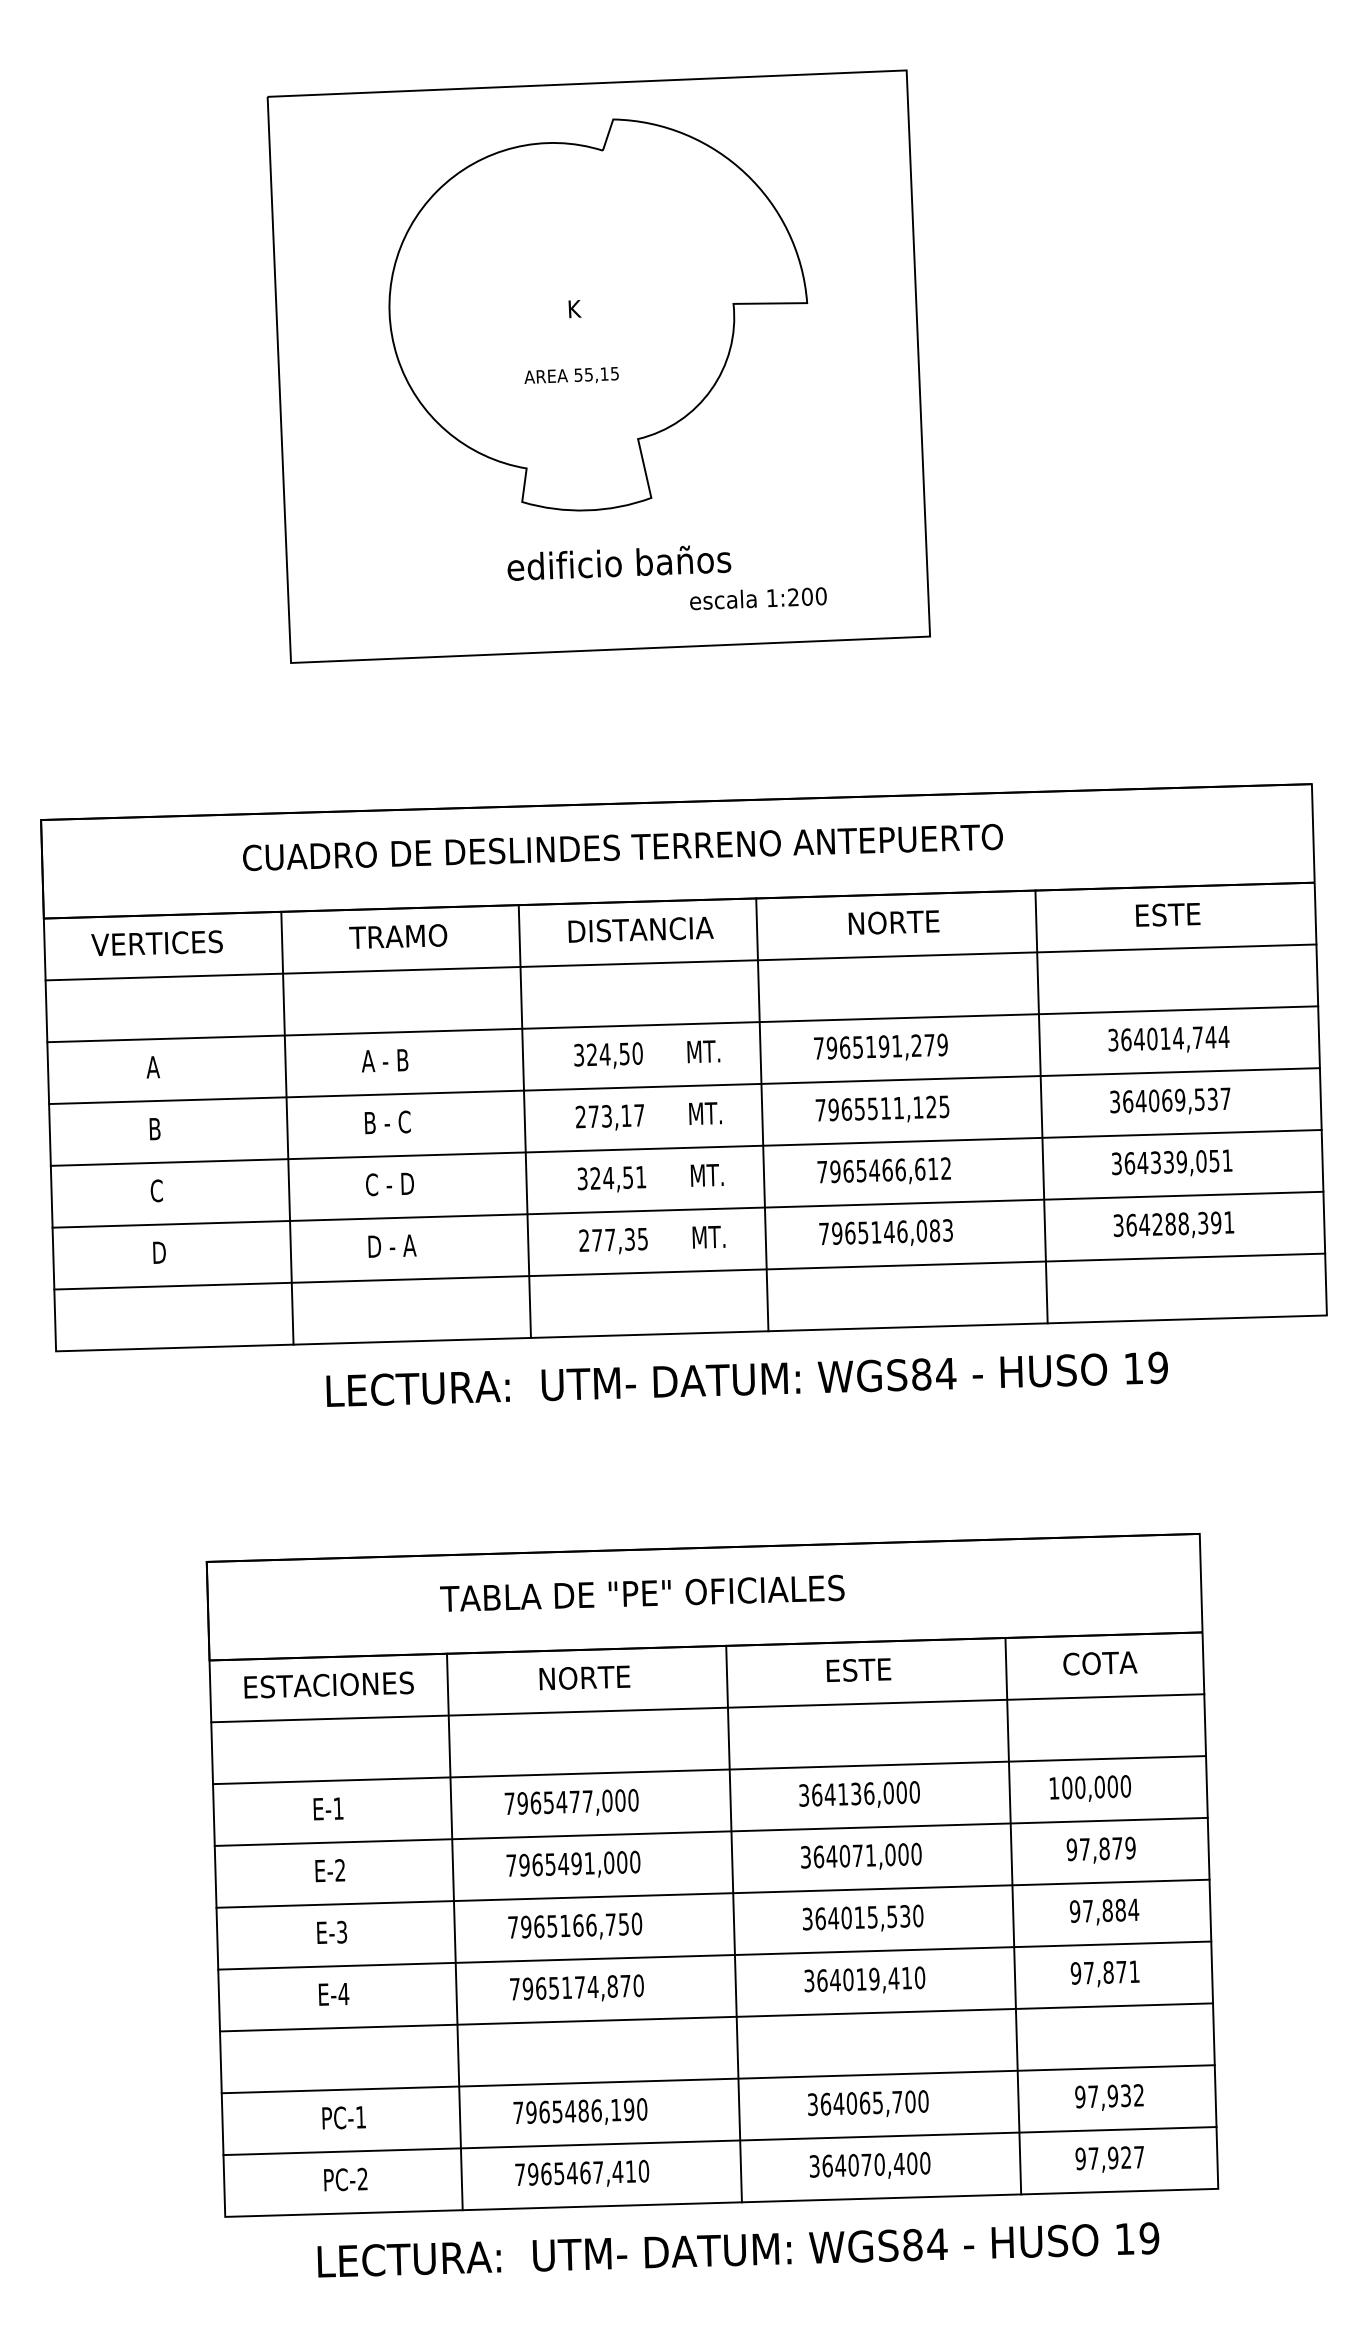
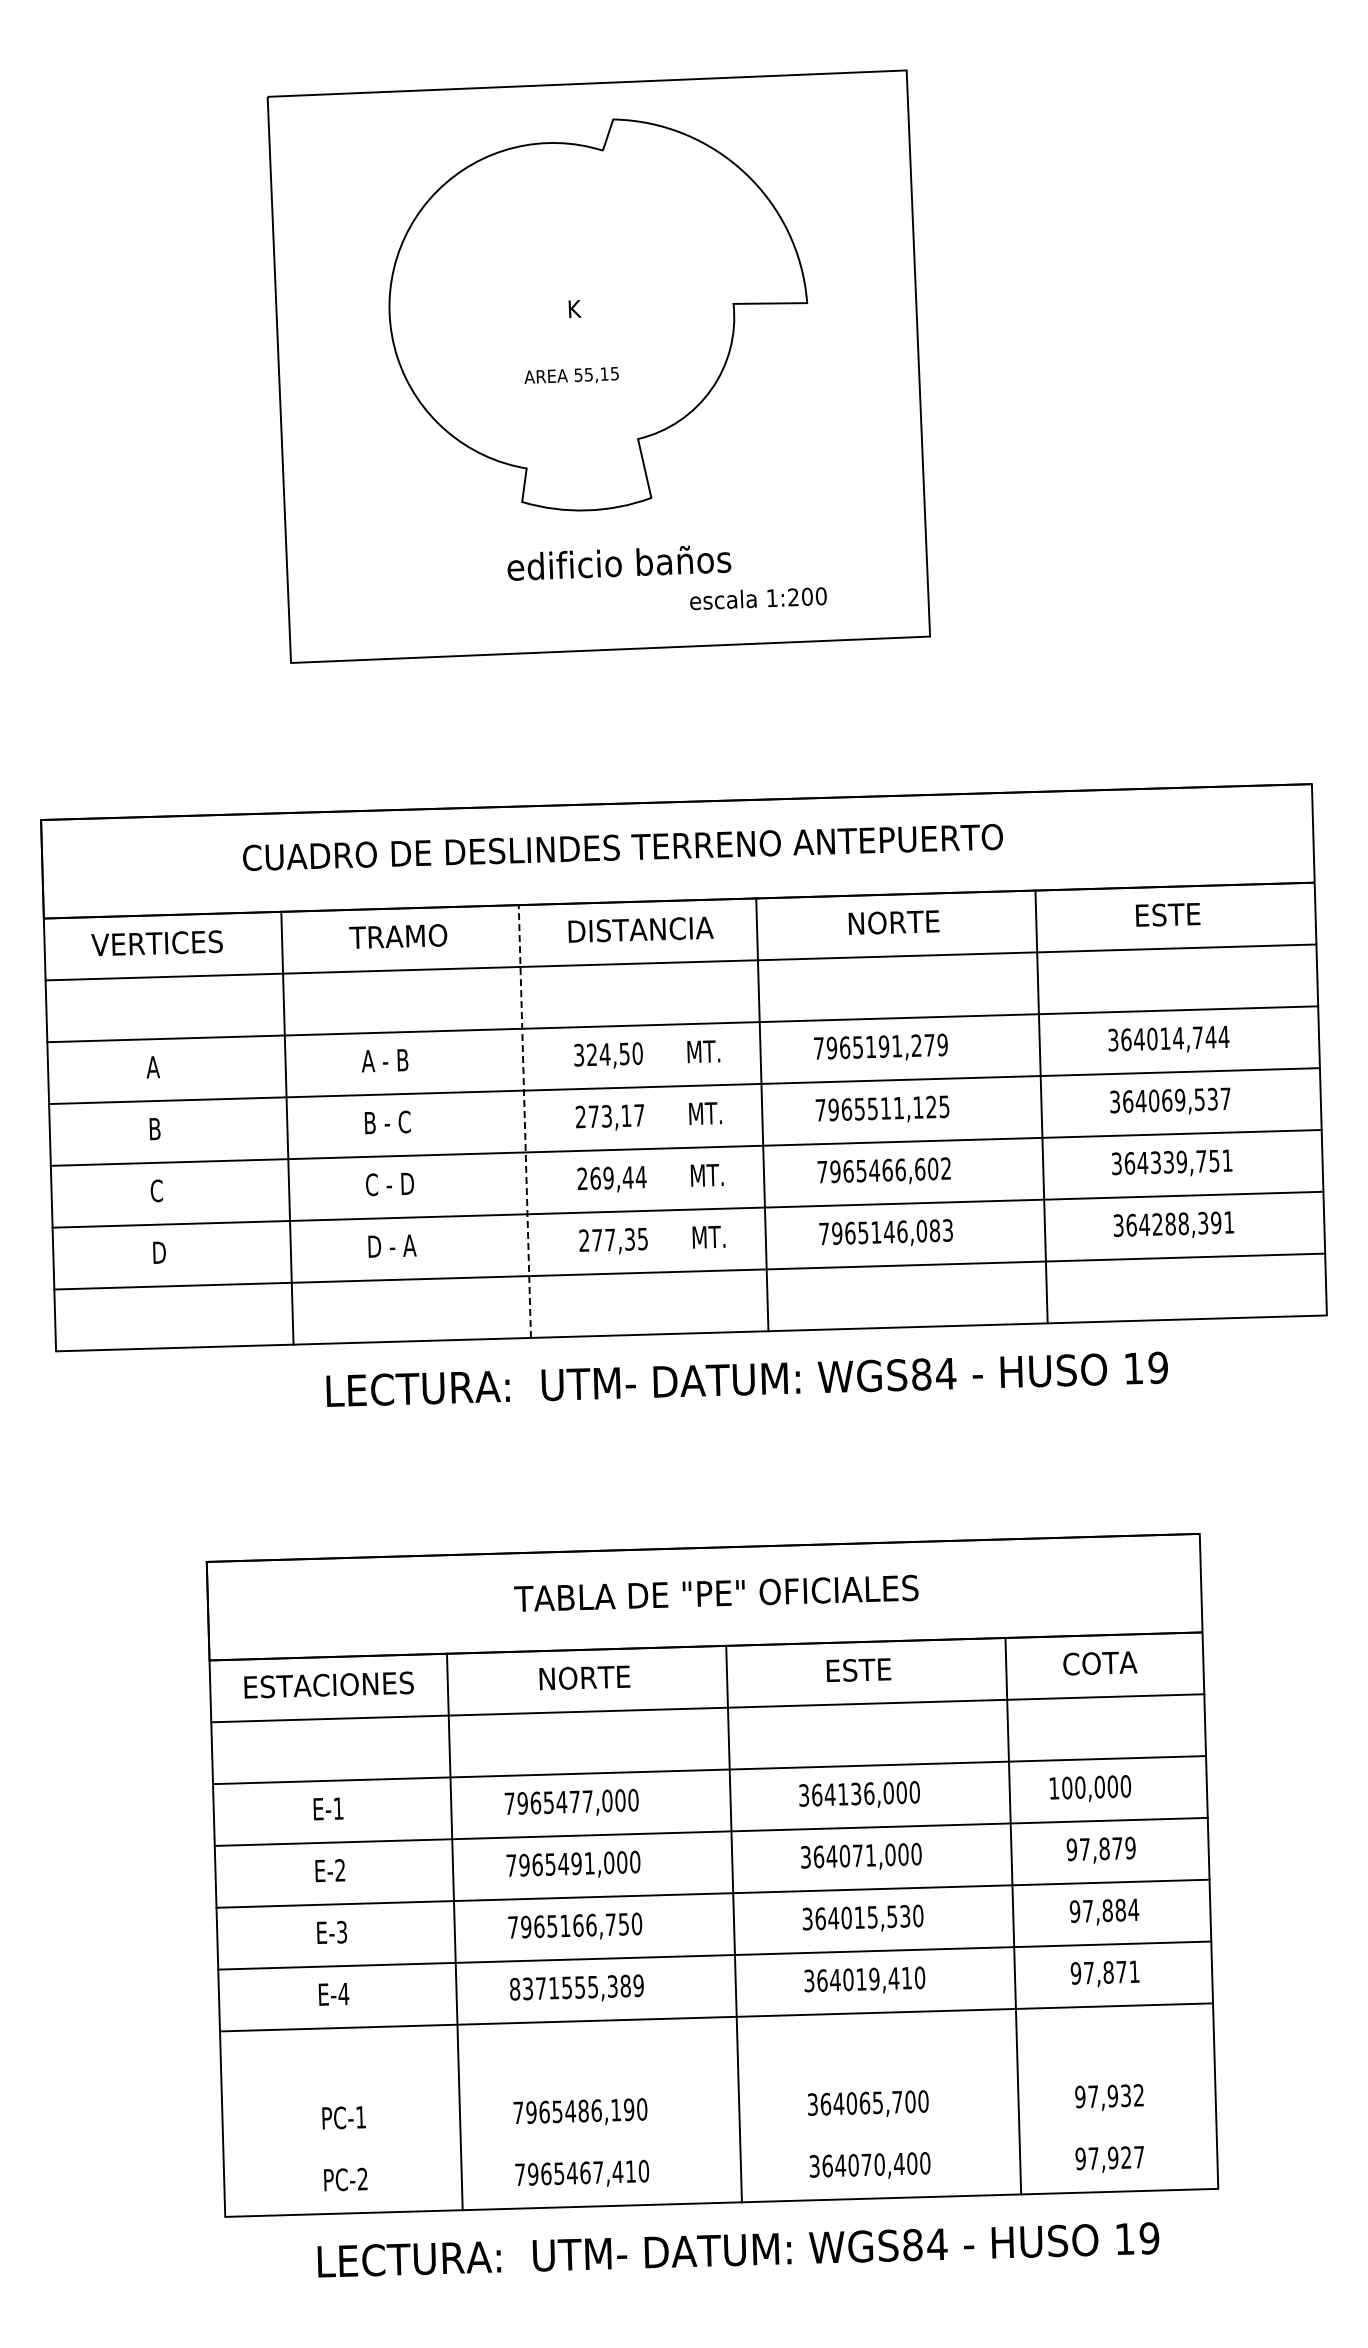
line at (524, 1121): solid -> dashed
text at (1201, 1161): 364339,051 -> 364339,751
text at (933, 1168): 7965466,612 -> 7965466,602
text at (611, 1178): 324,51 -> 269,44
text at (642, 1592) position: (642, 1592) -> (716, 1592)
text at (576, 1987): 7965174,870 -> 8371555,389
line at (717, 2079): present -> none
line at (719, 2141): present -> none
